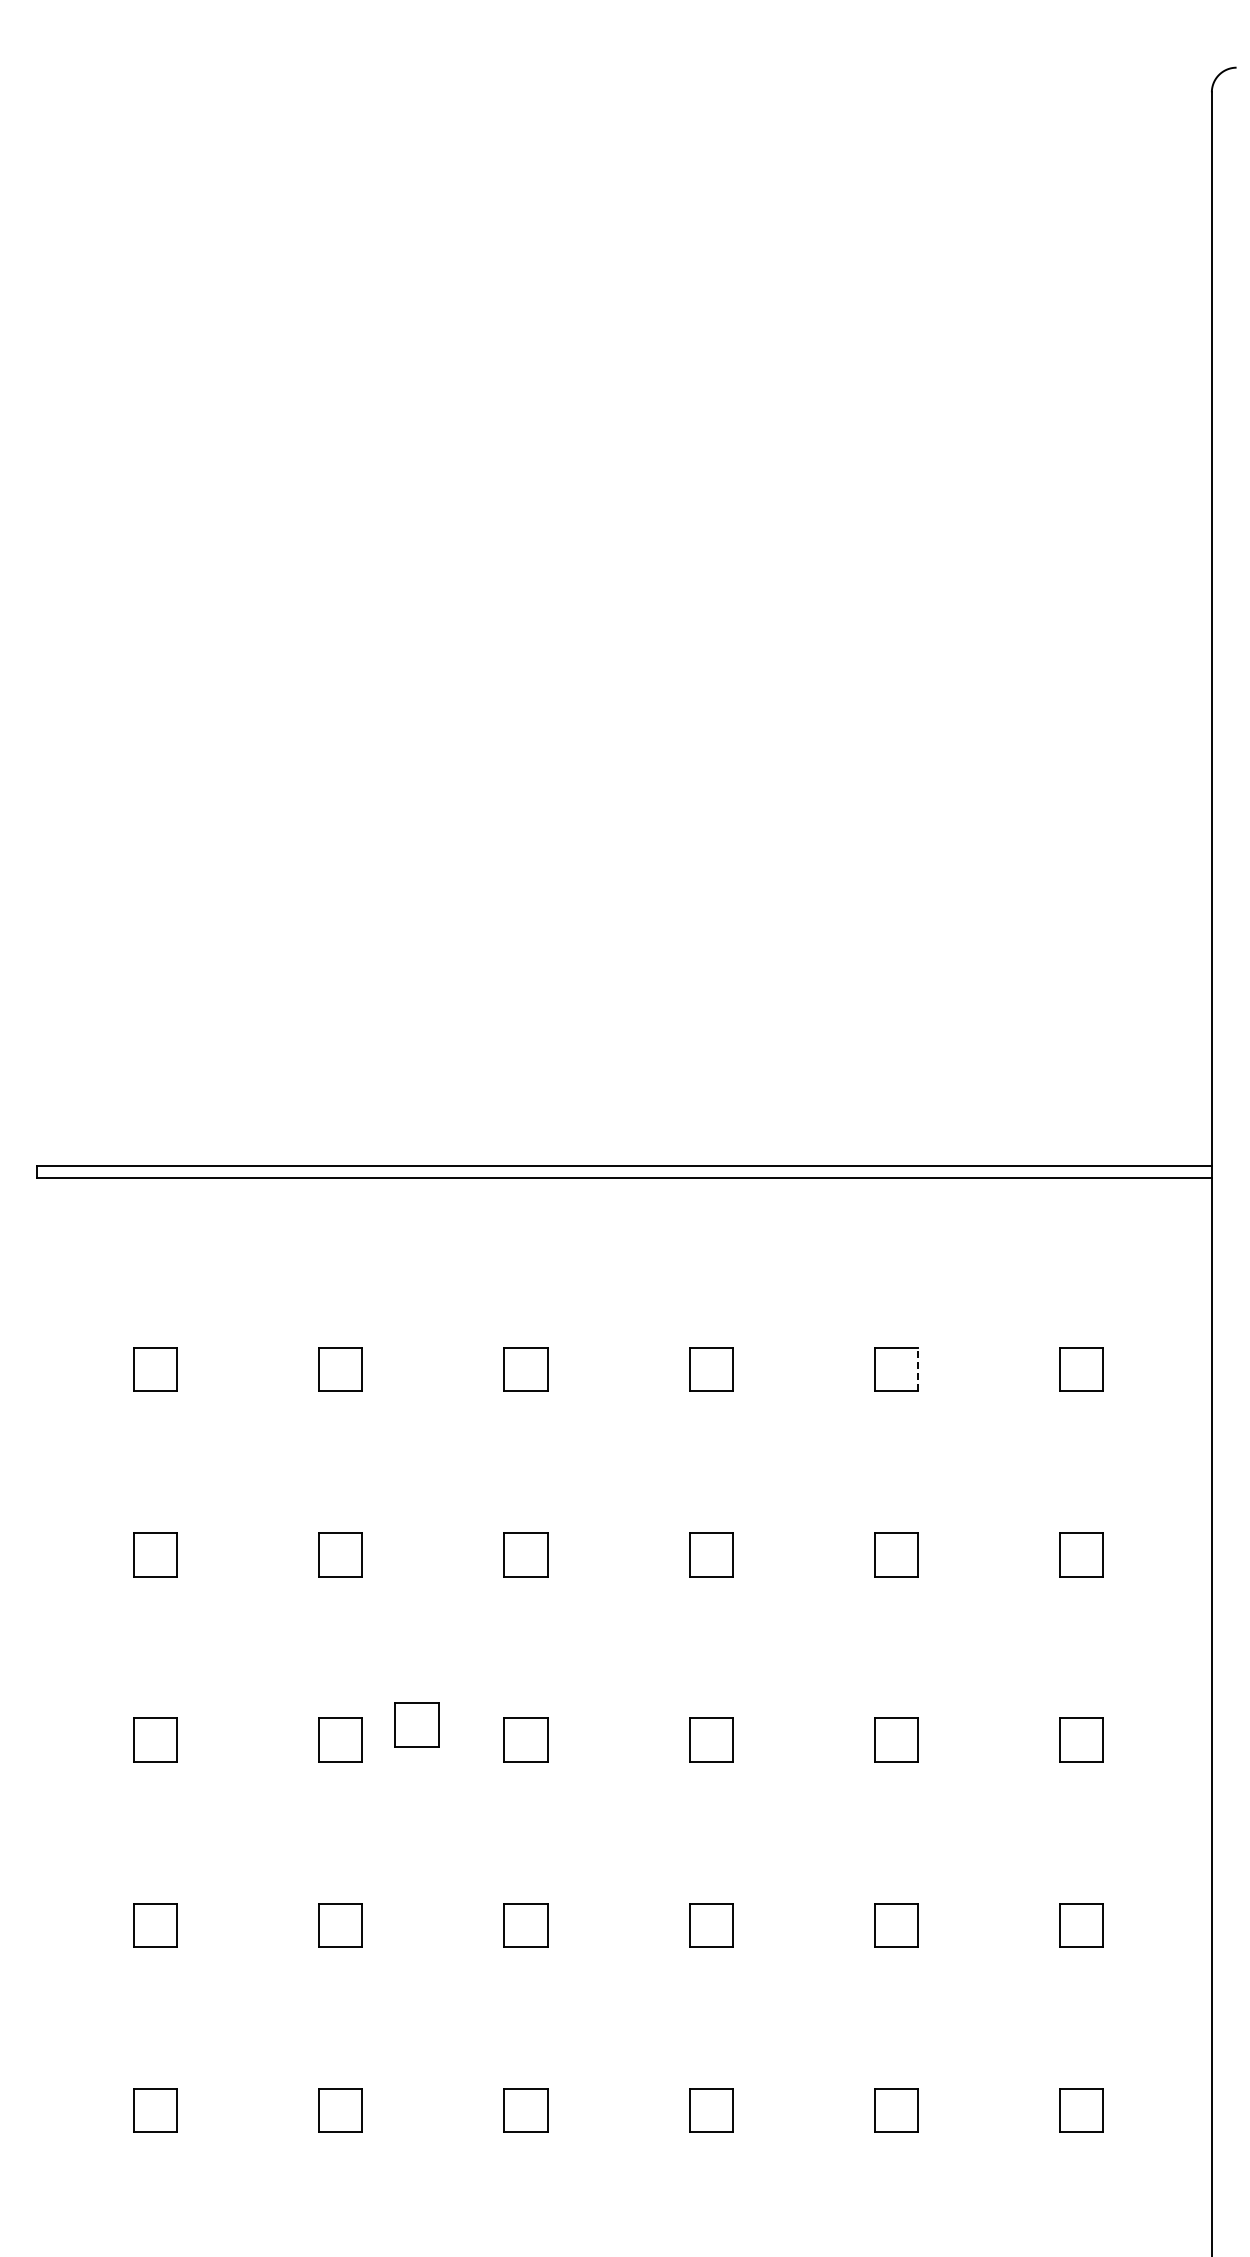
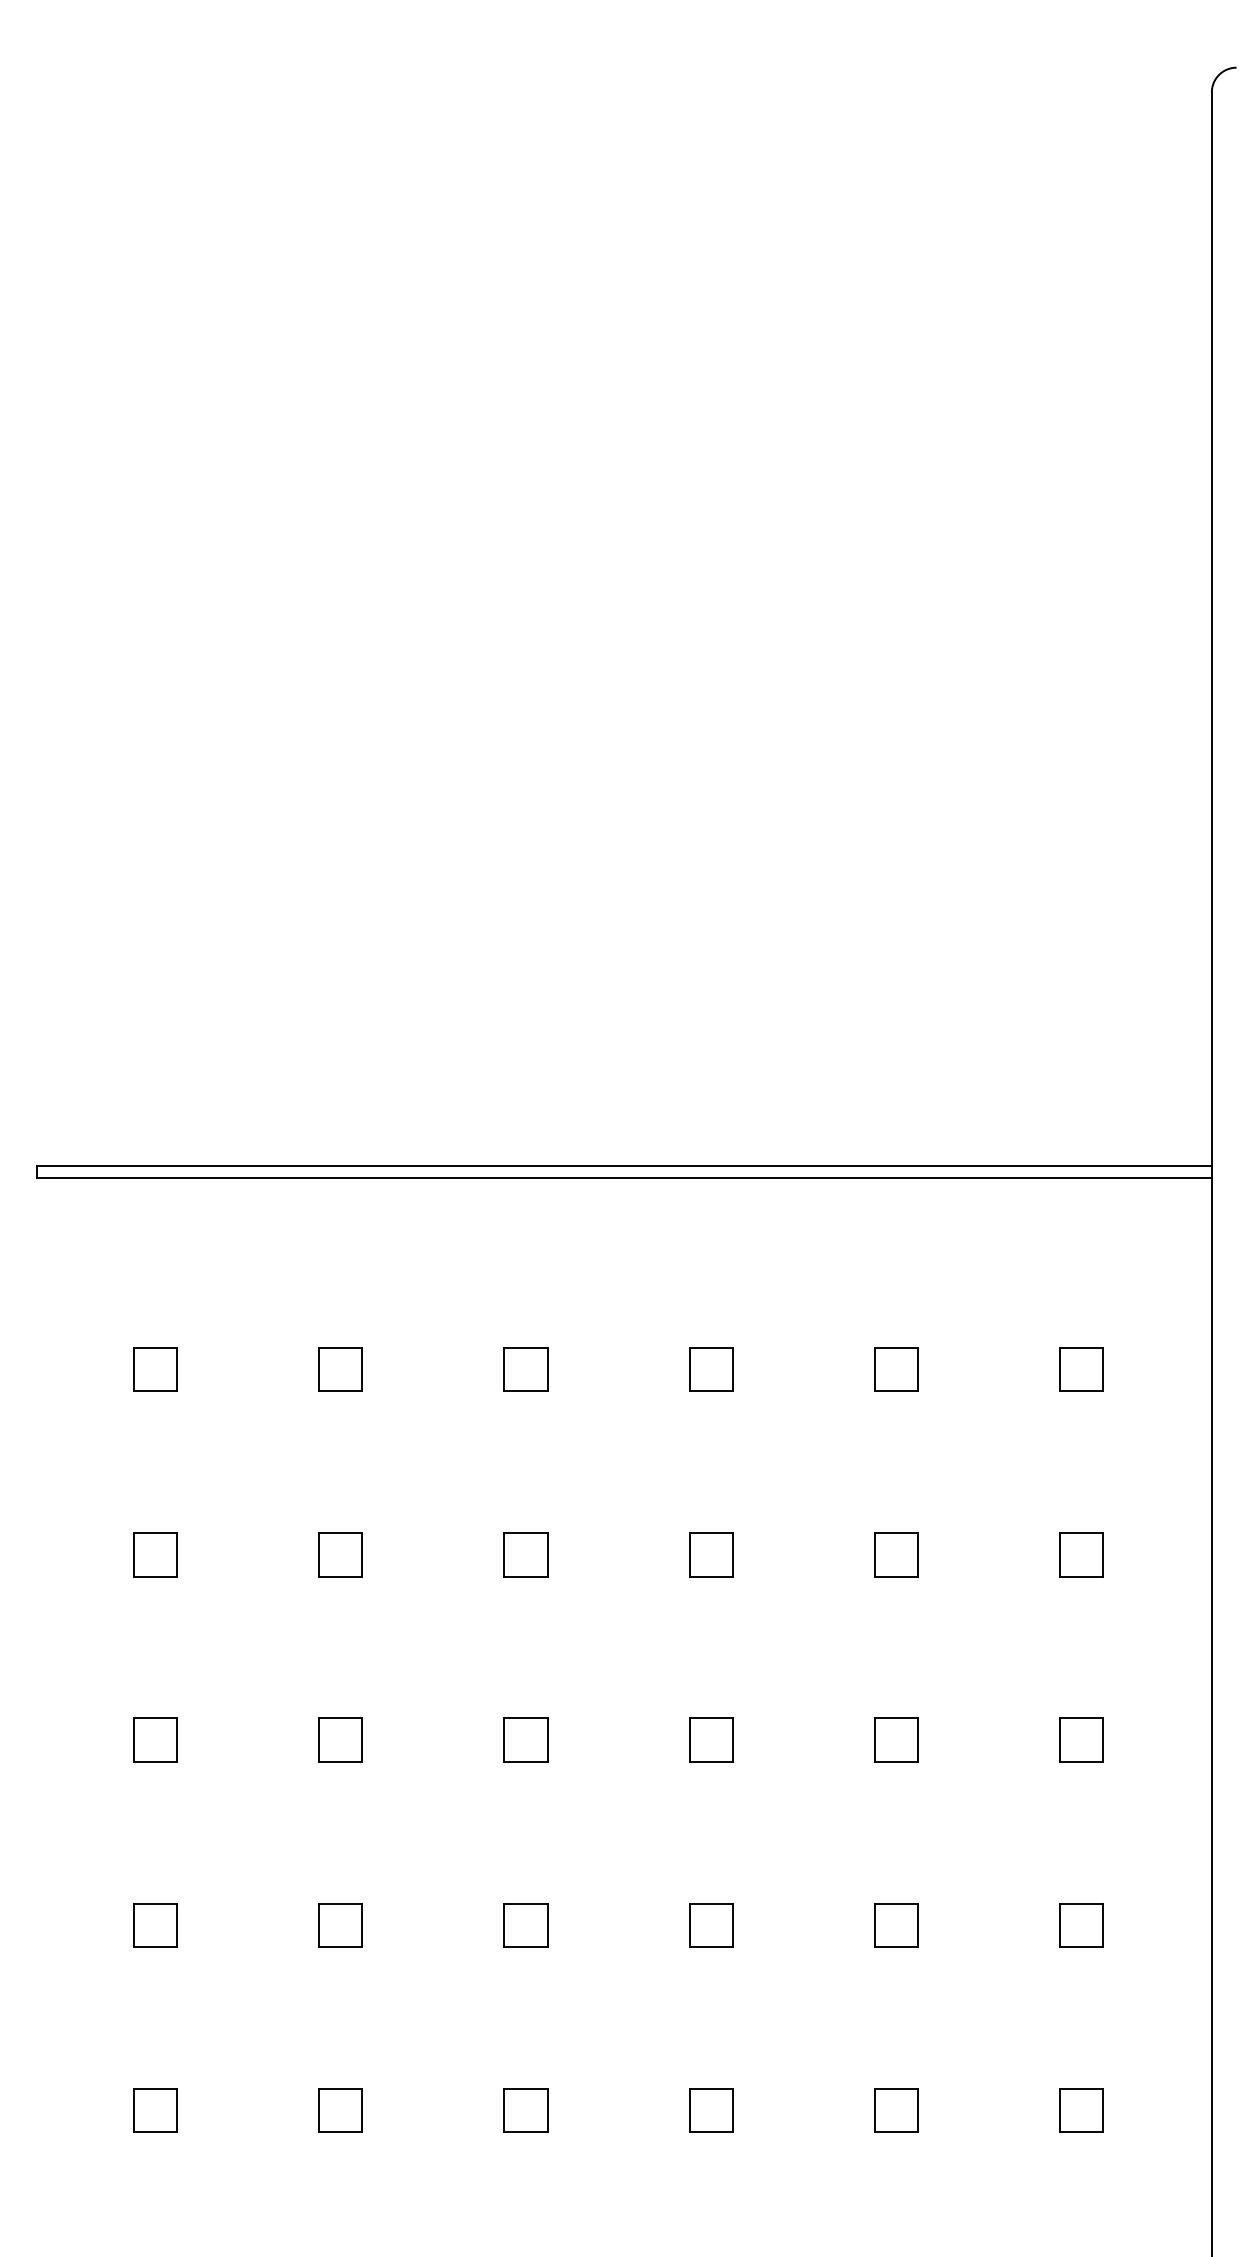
line at (917, 1369): dashed -> solid
part at (416, 1724): present -> none
